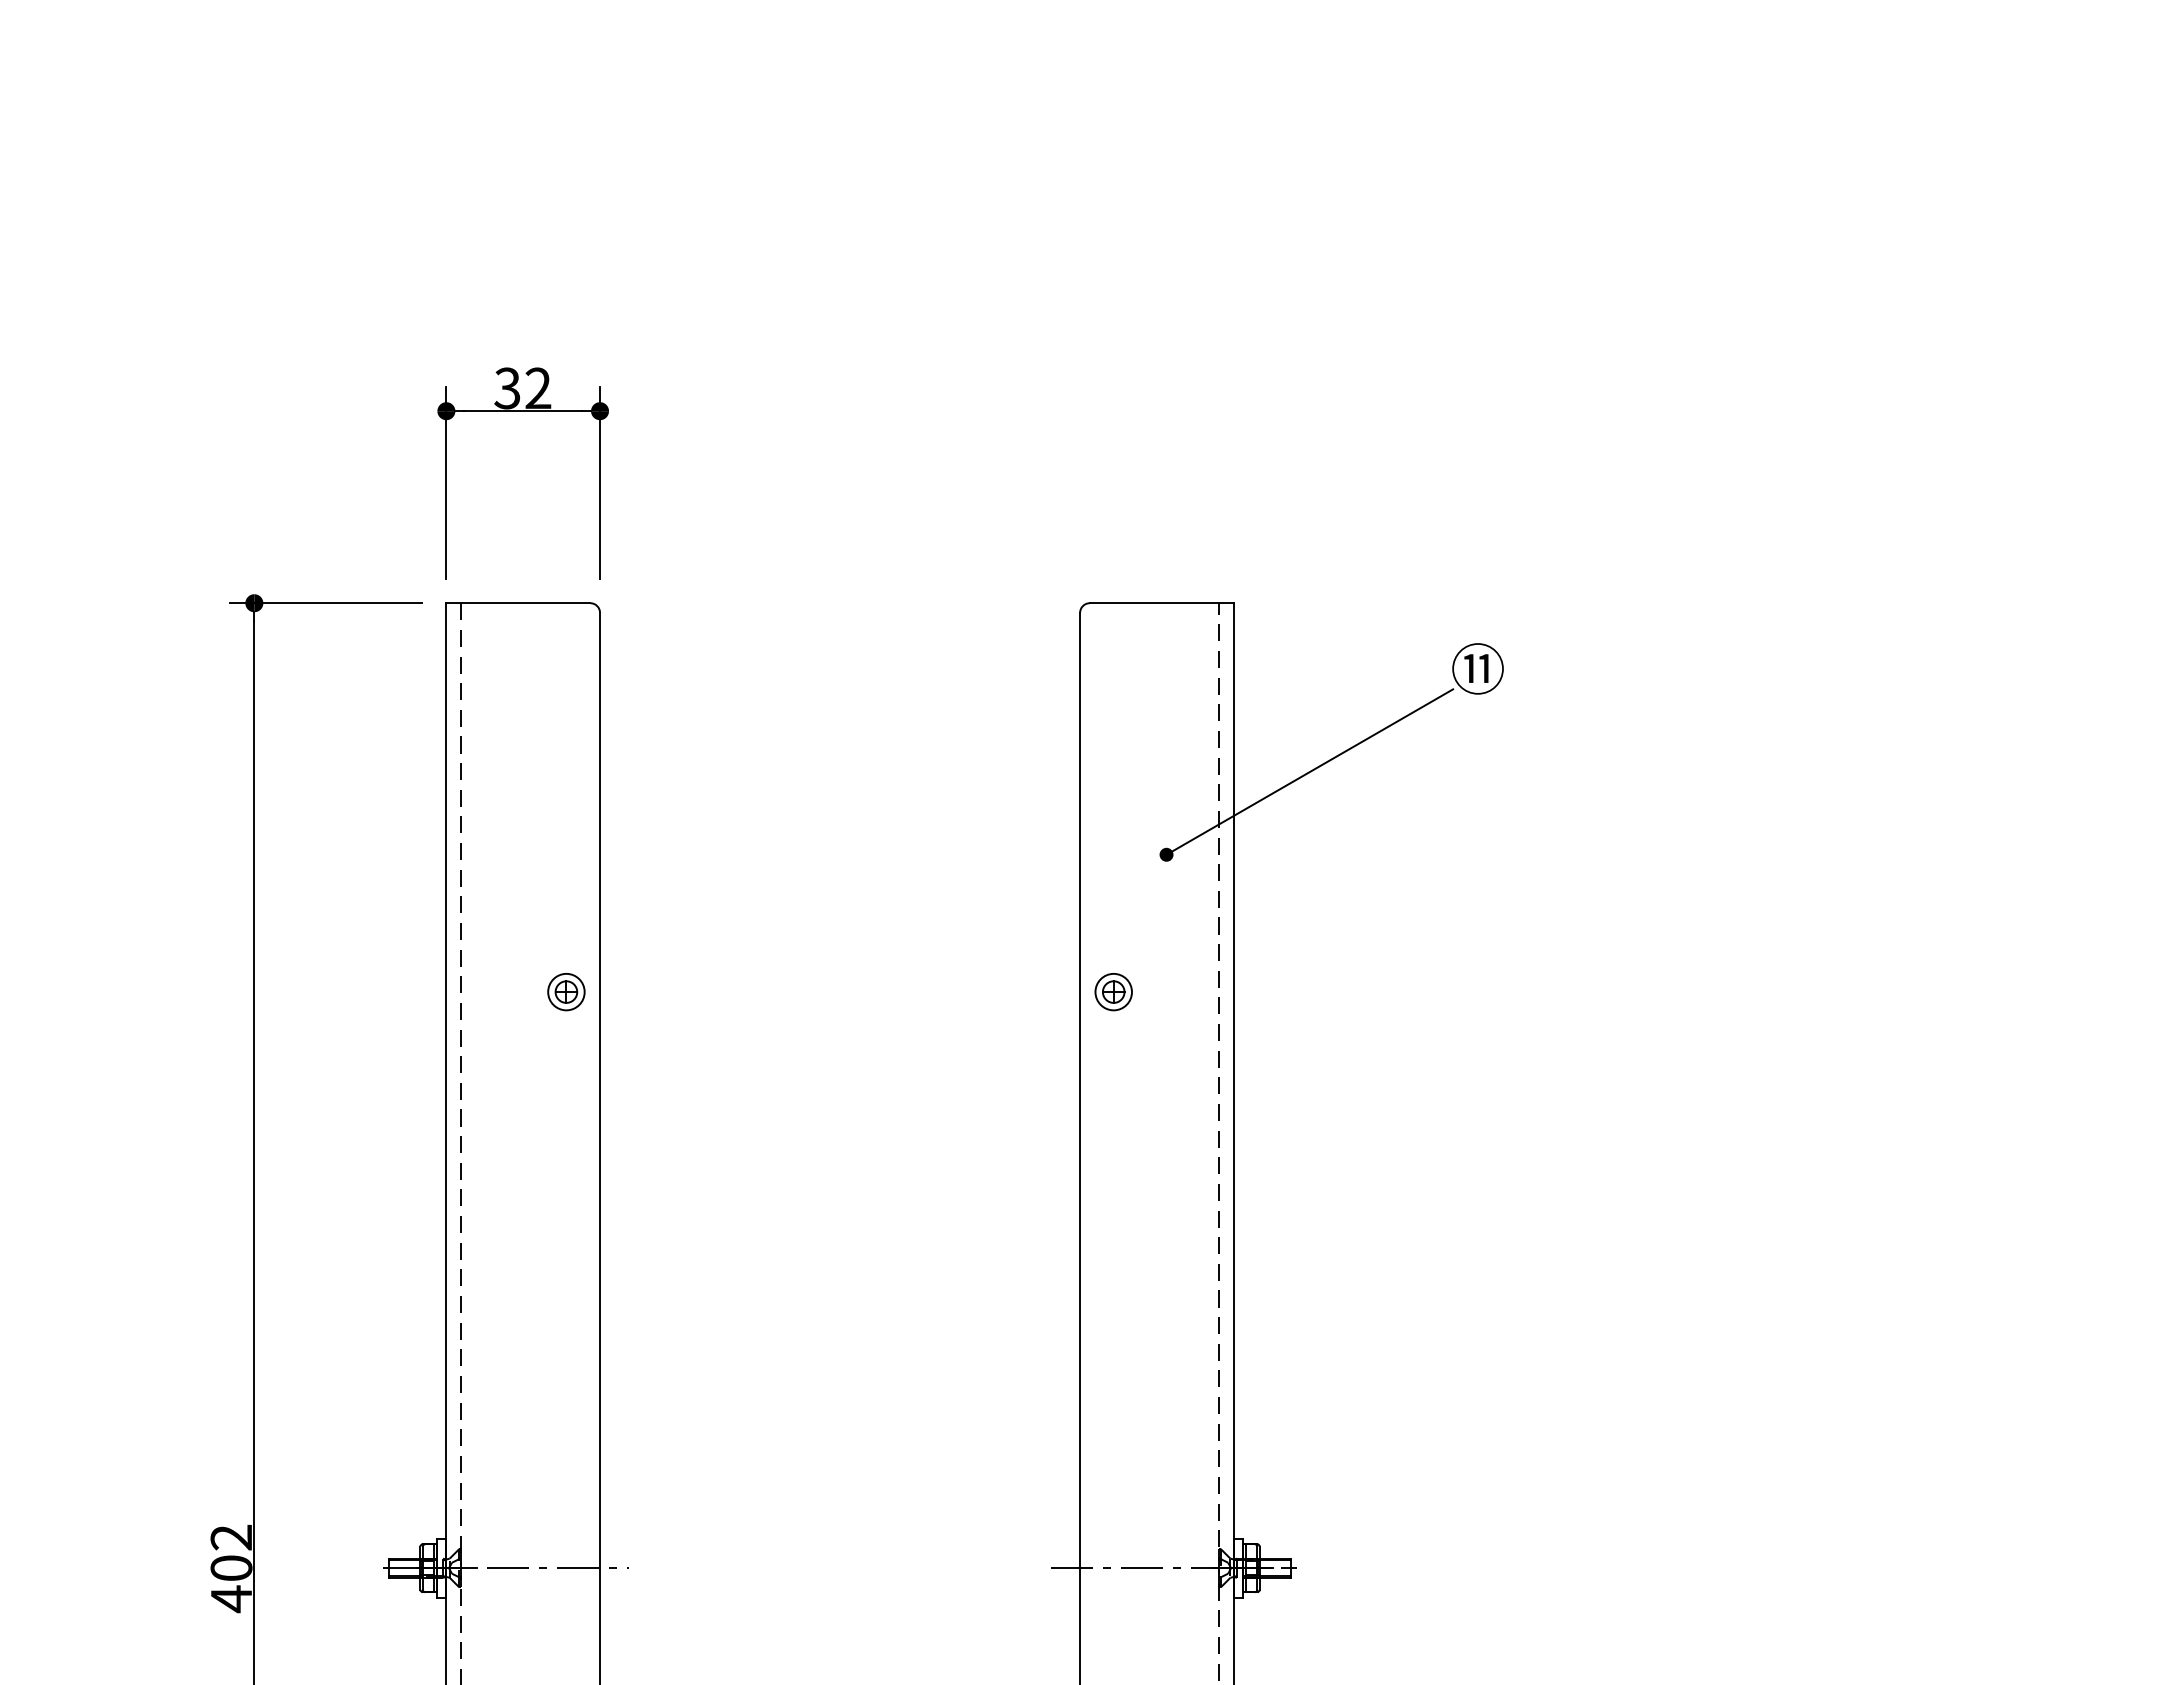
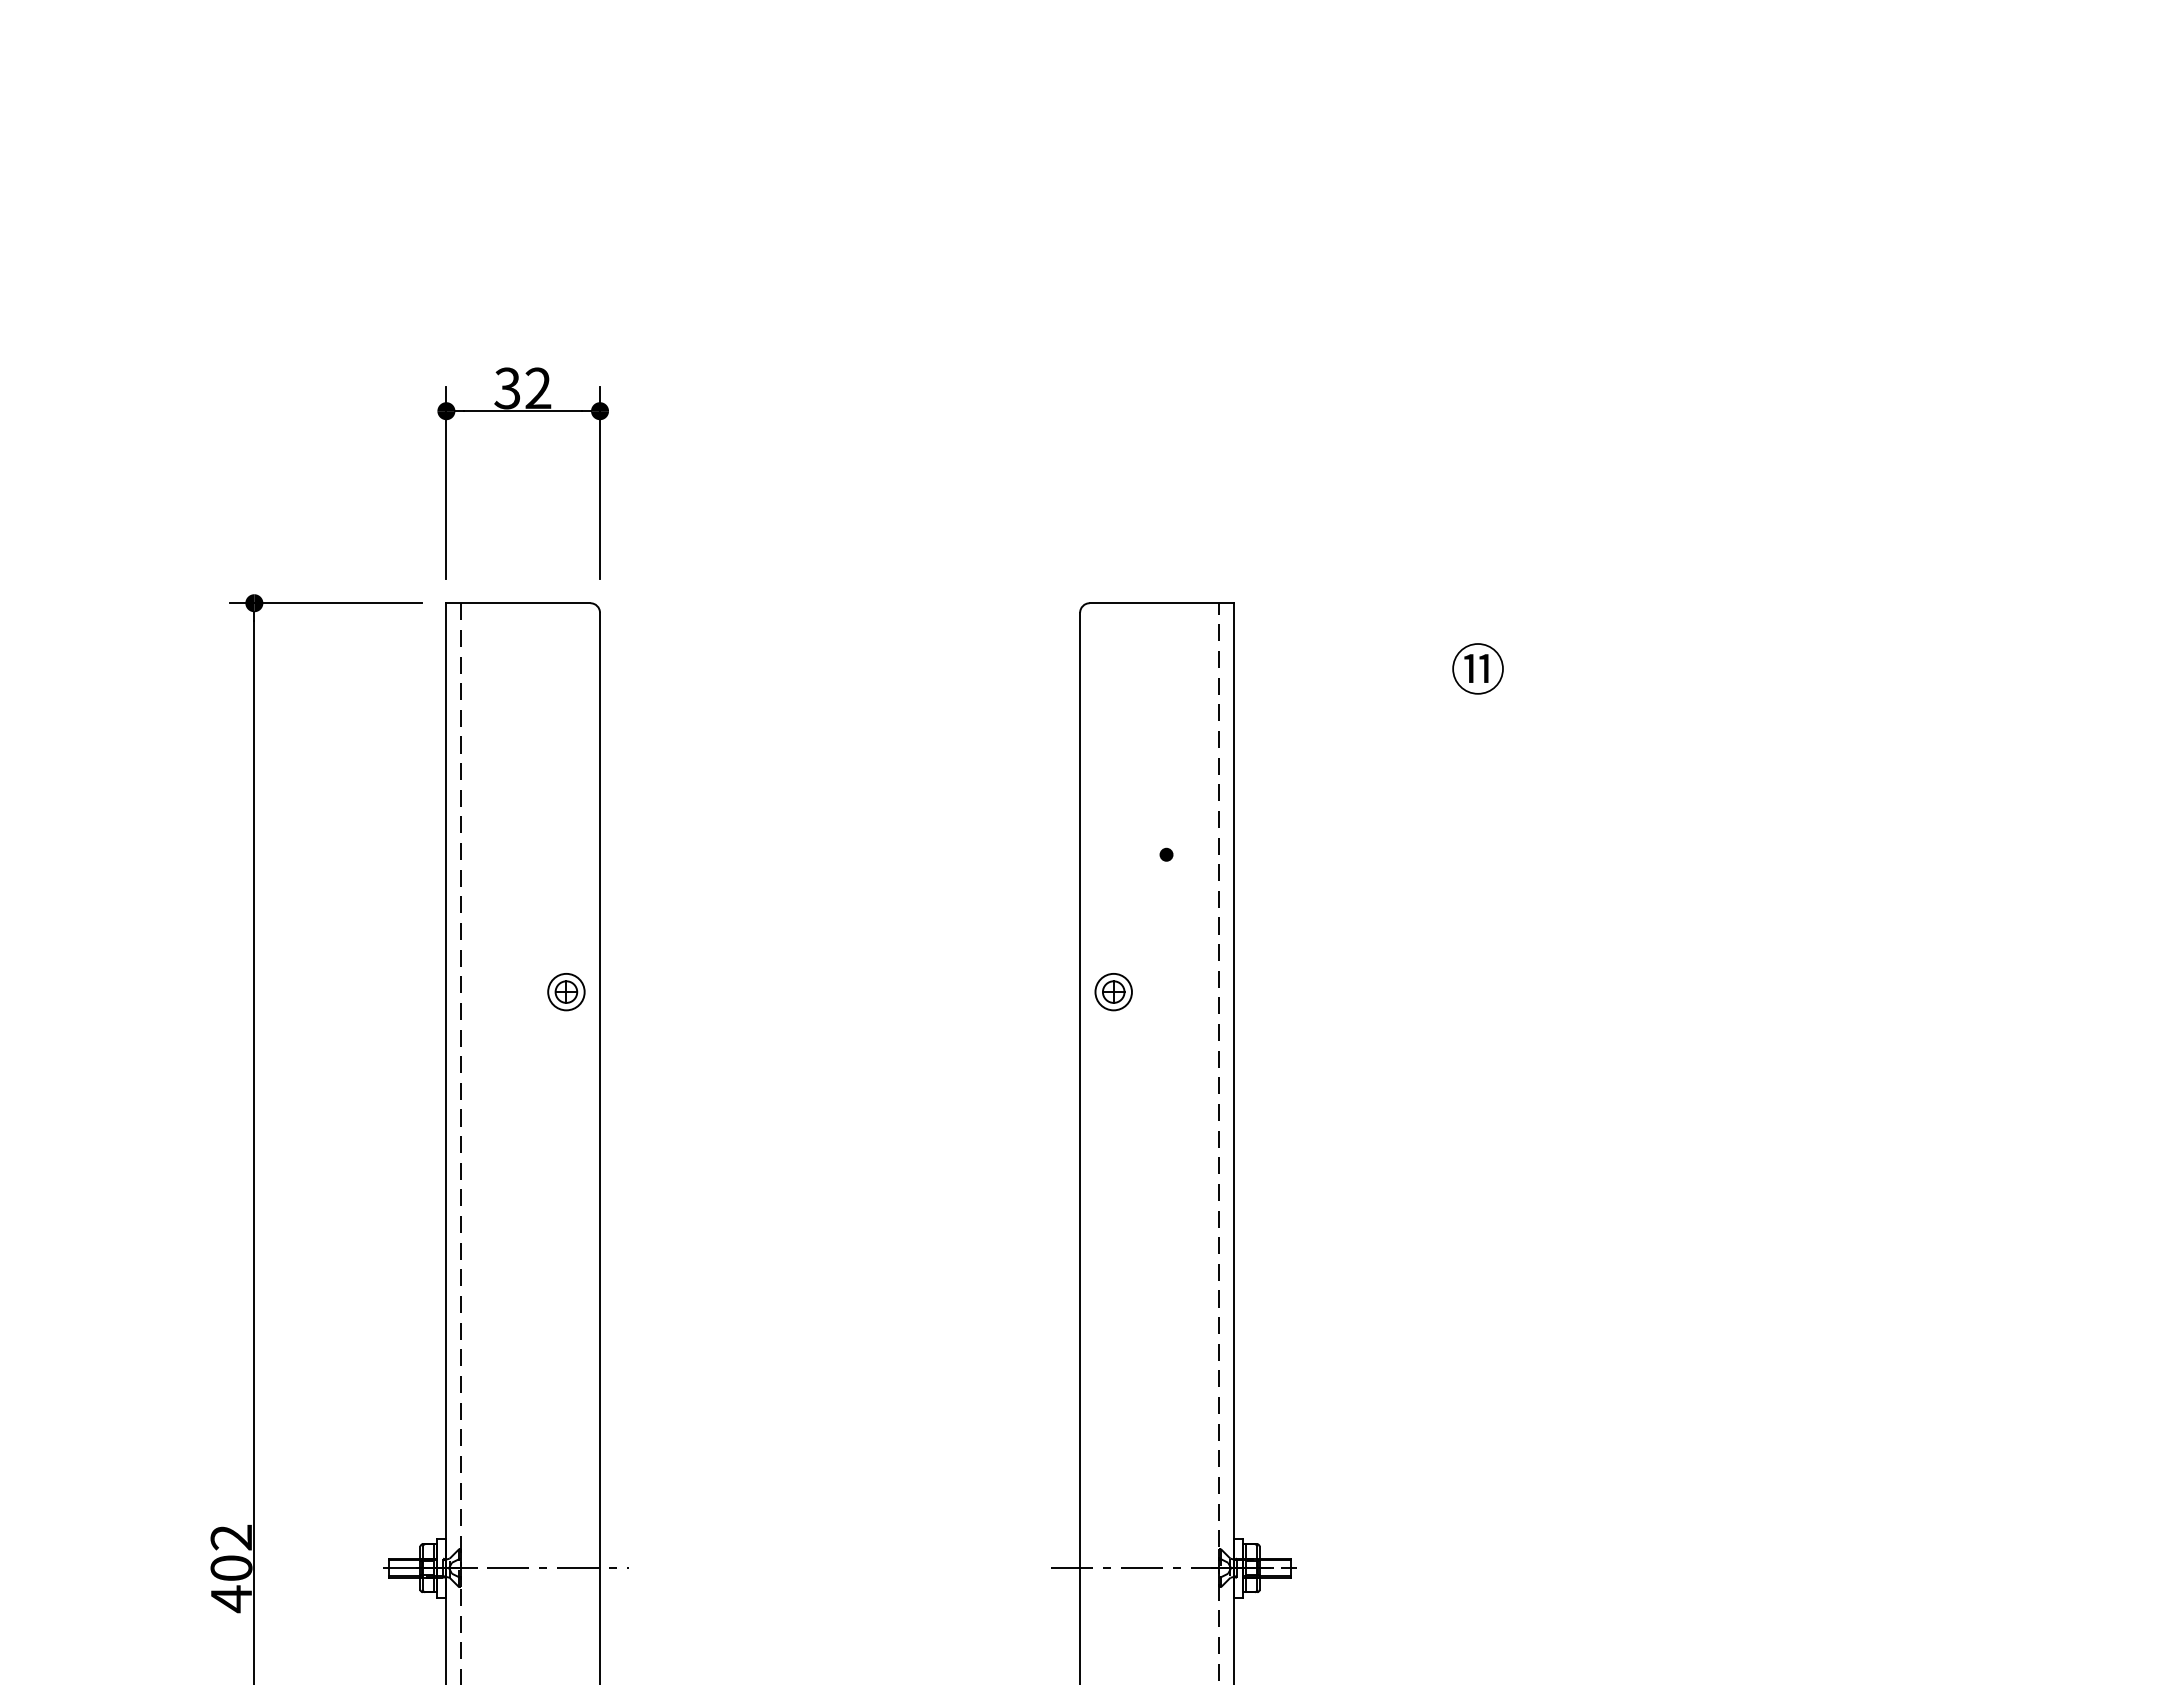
line at (1309, 771): present -> none
